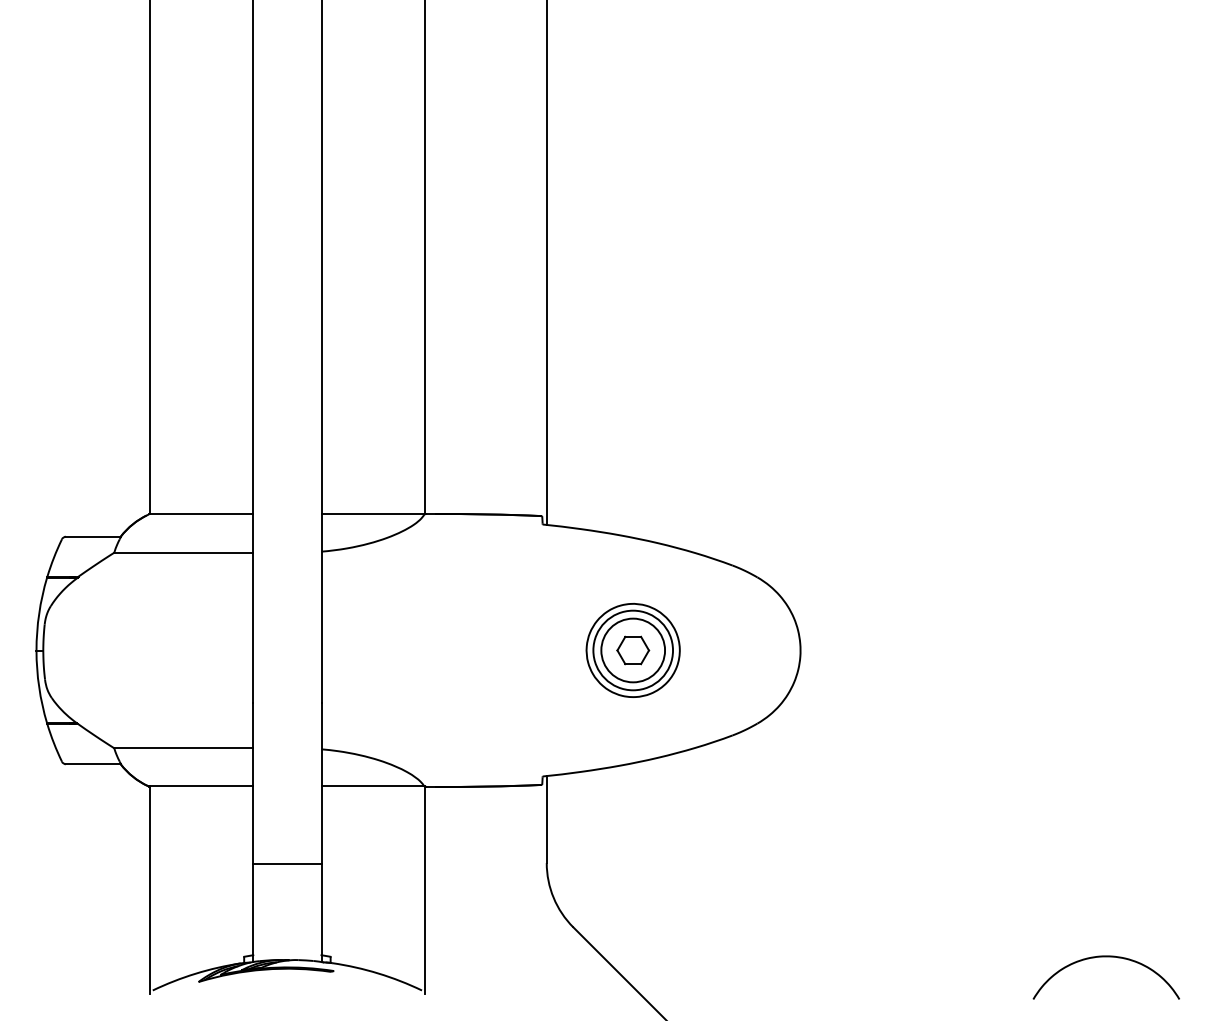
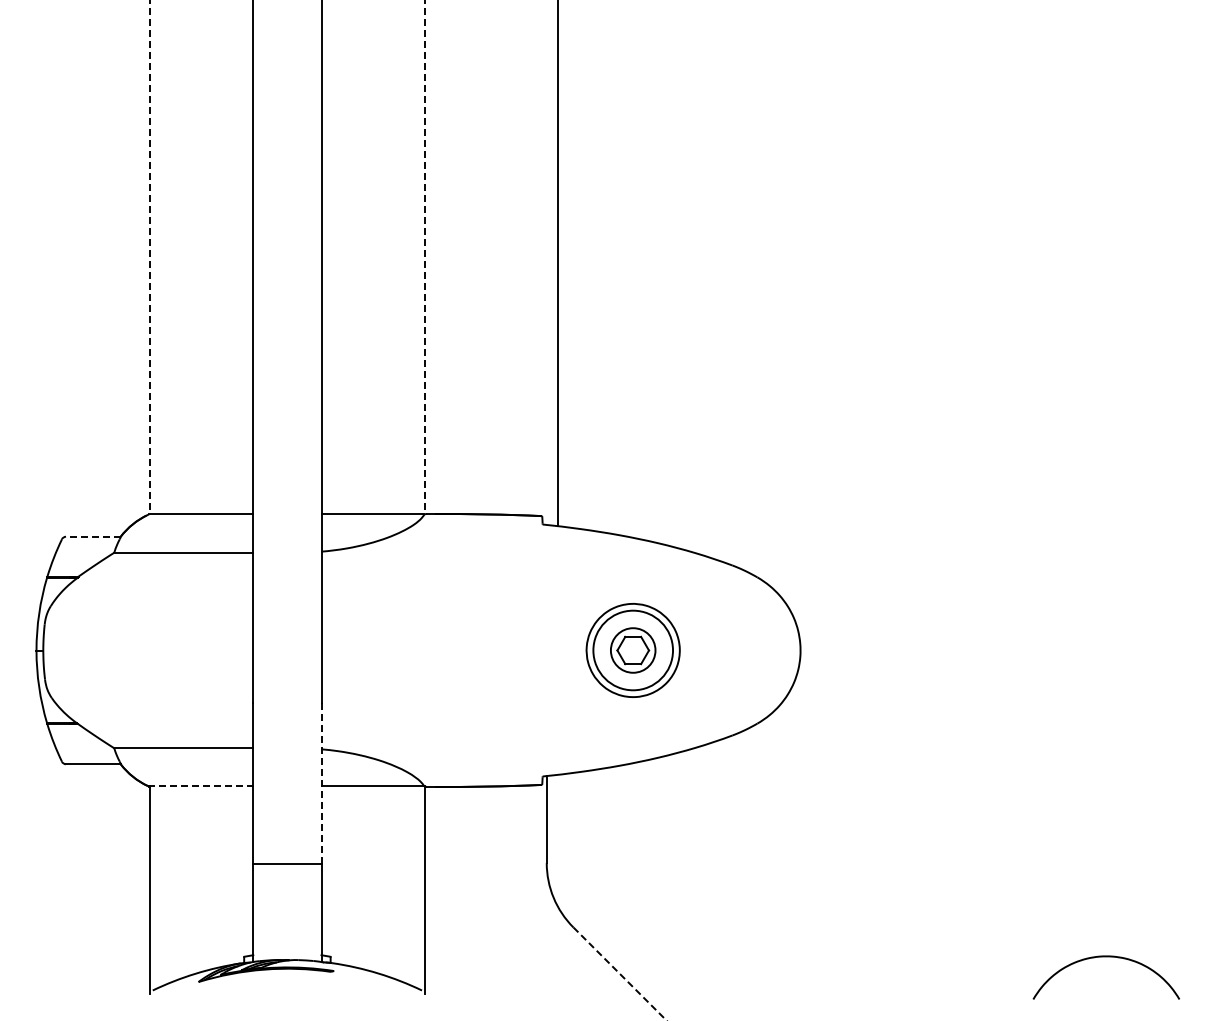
line at (150, 257): solid -> dashed
line at (424, 257): solid -> dashed
line at (546, 263) position: (546, 263) -> (557, 263)
line at (92, 536): solid -> dashed
circle at (633, 650) diameter: 64 px -> 45 px
line at (321, 783): solid -> dashed
line at (200, 785): solid -> dashed
line at (619, 973): solid -> dashed
